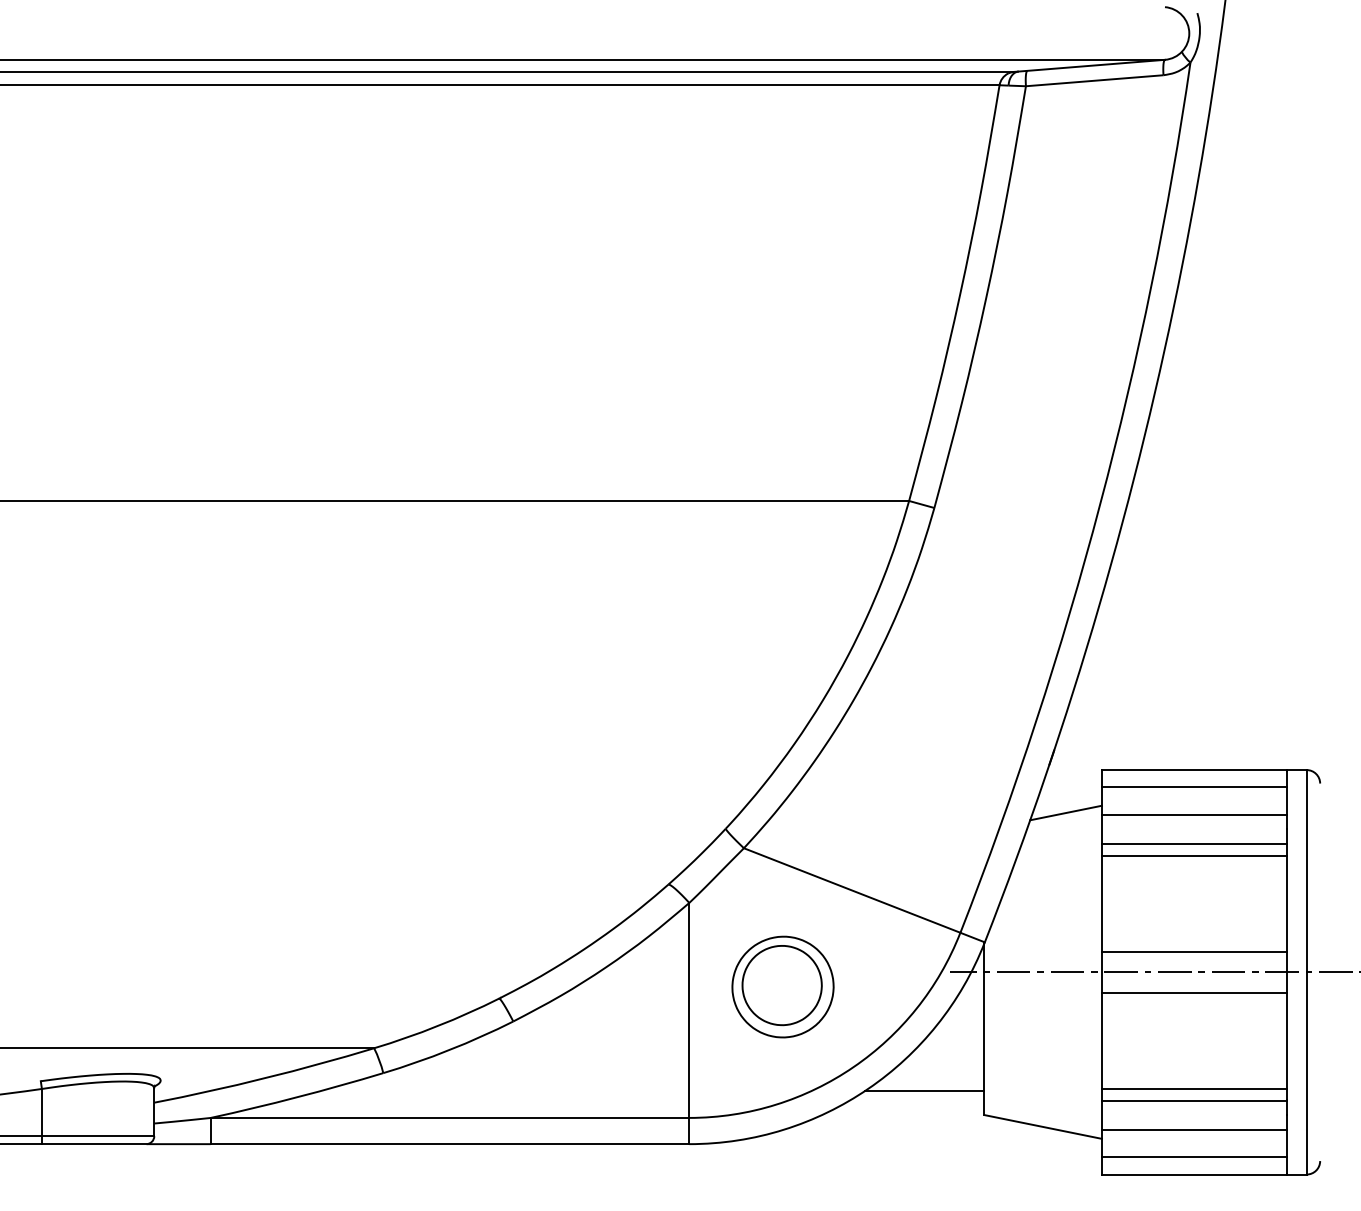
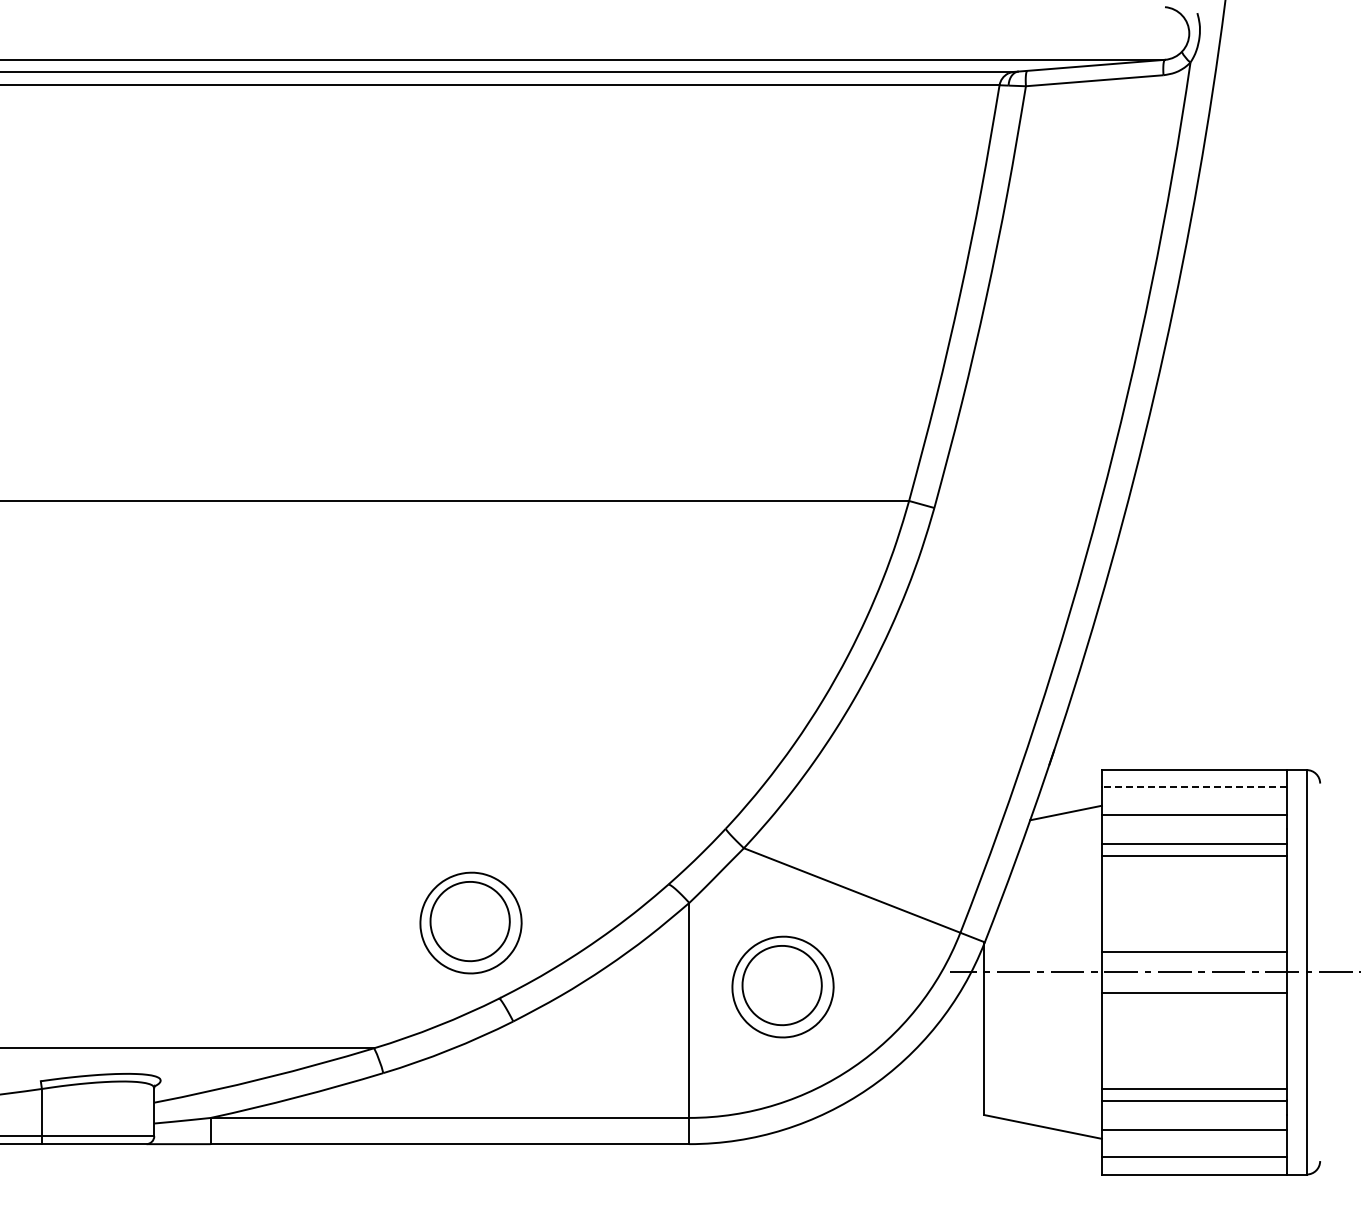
line at (1193, 787): solid -> dashed
part at (470, 922): none -> present
line at (924, 1091): present -> none
